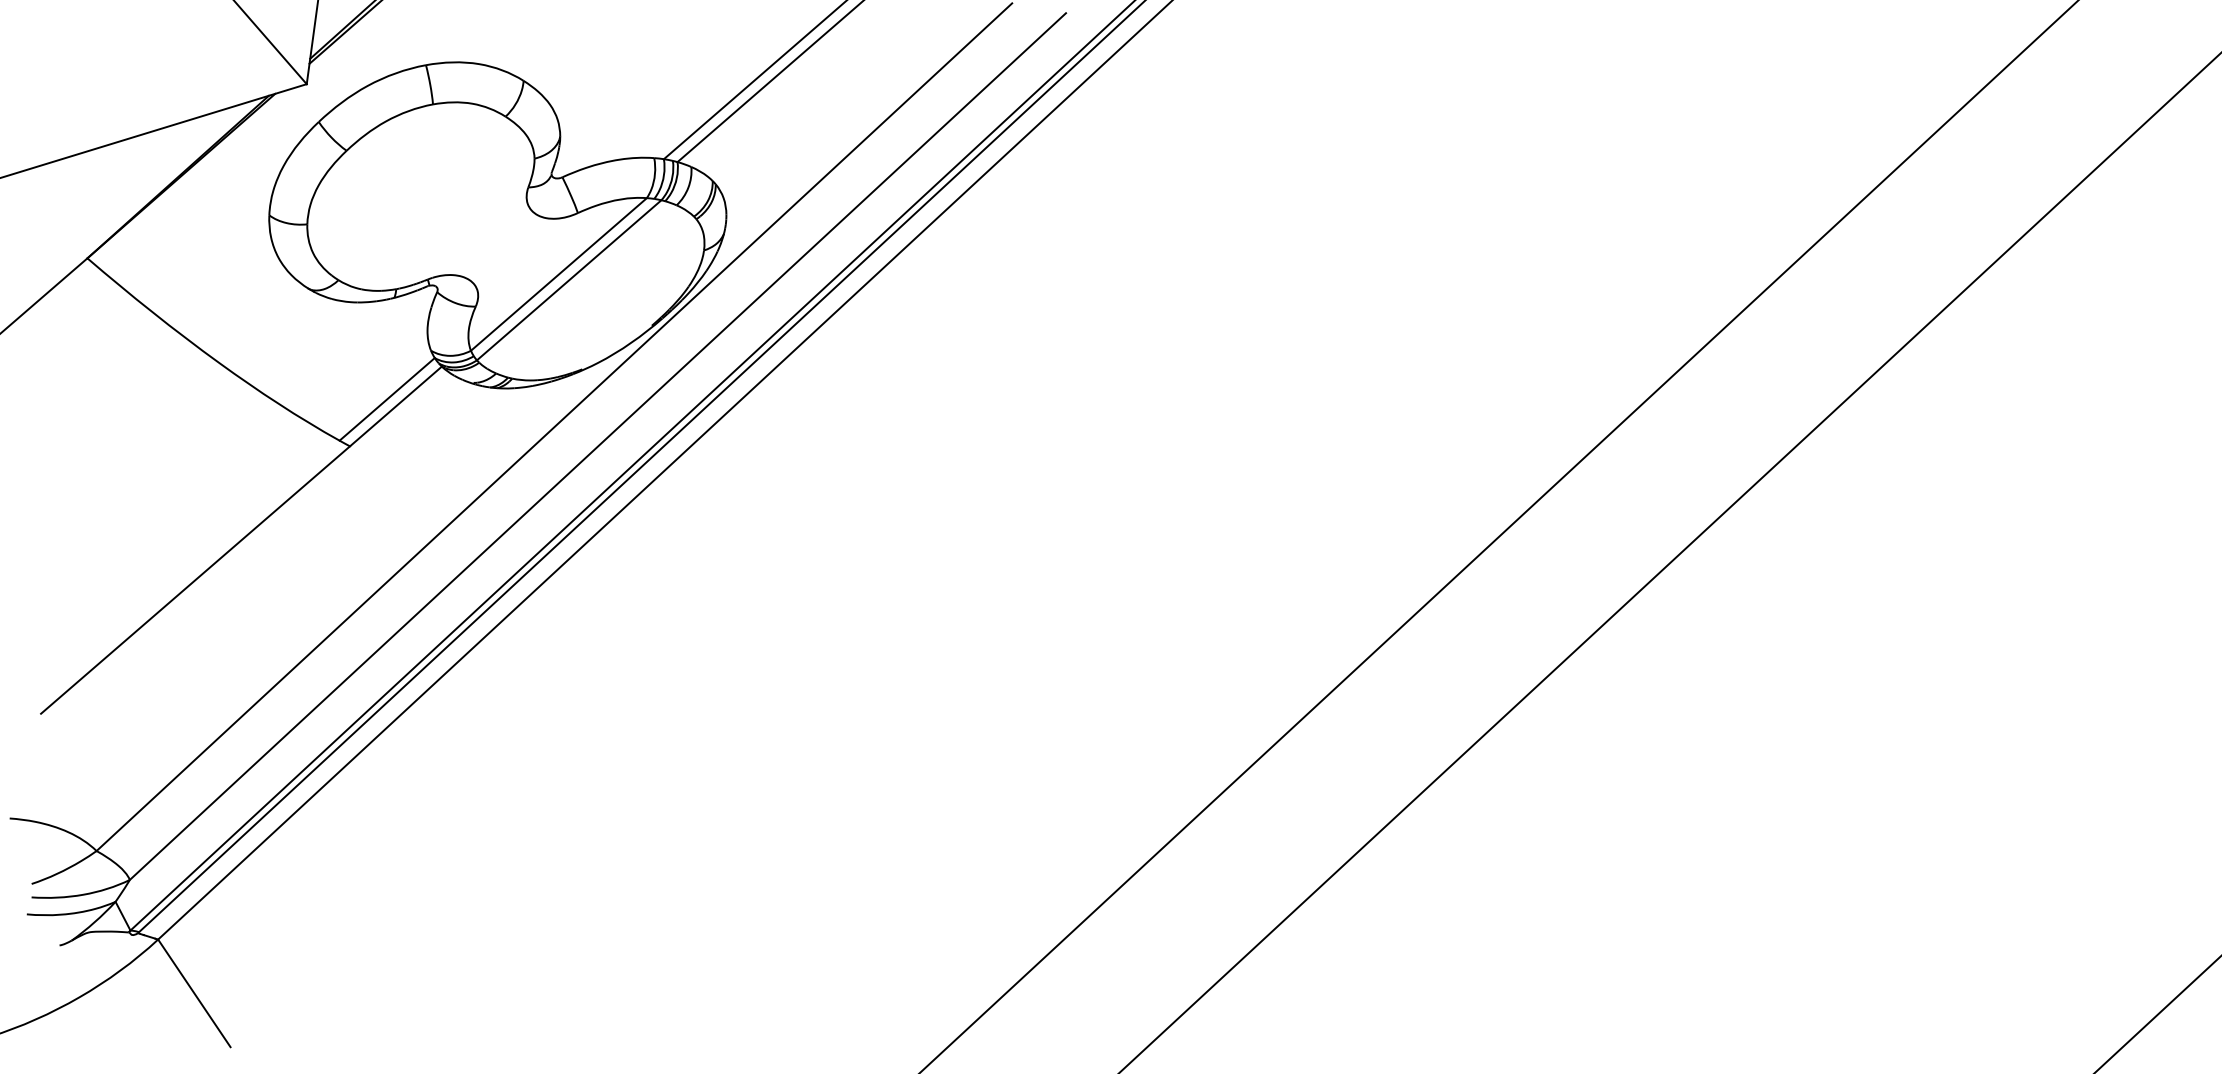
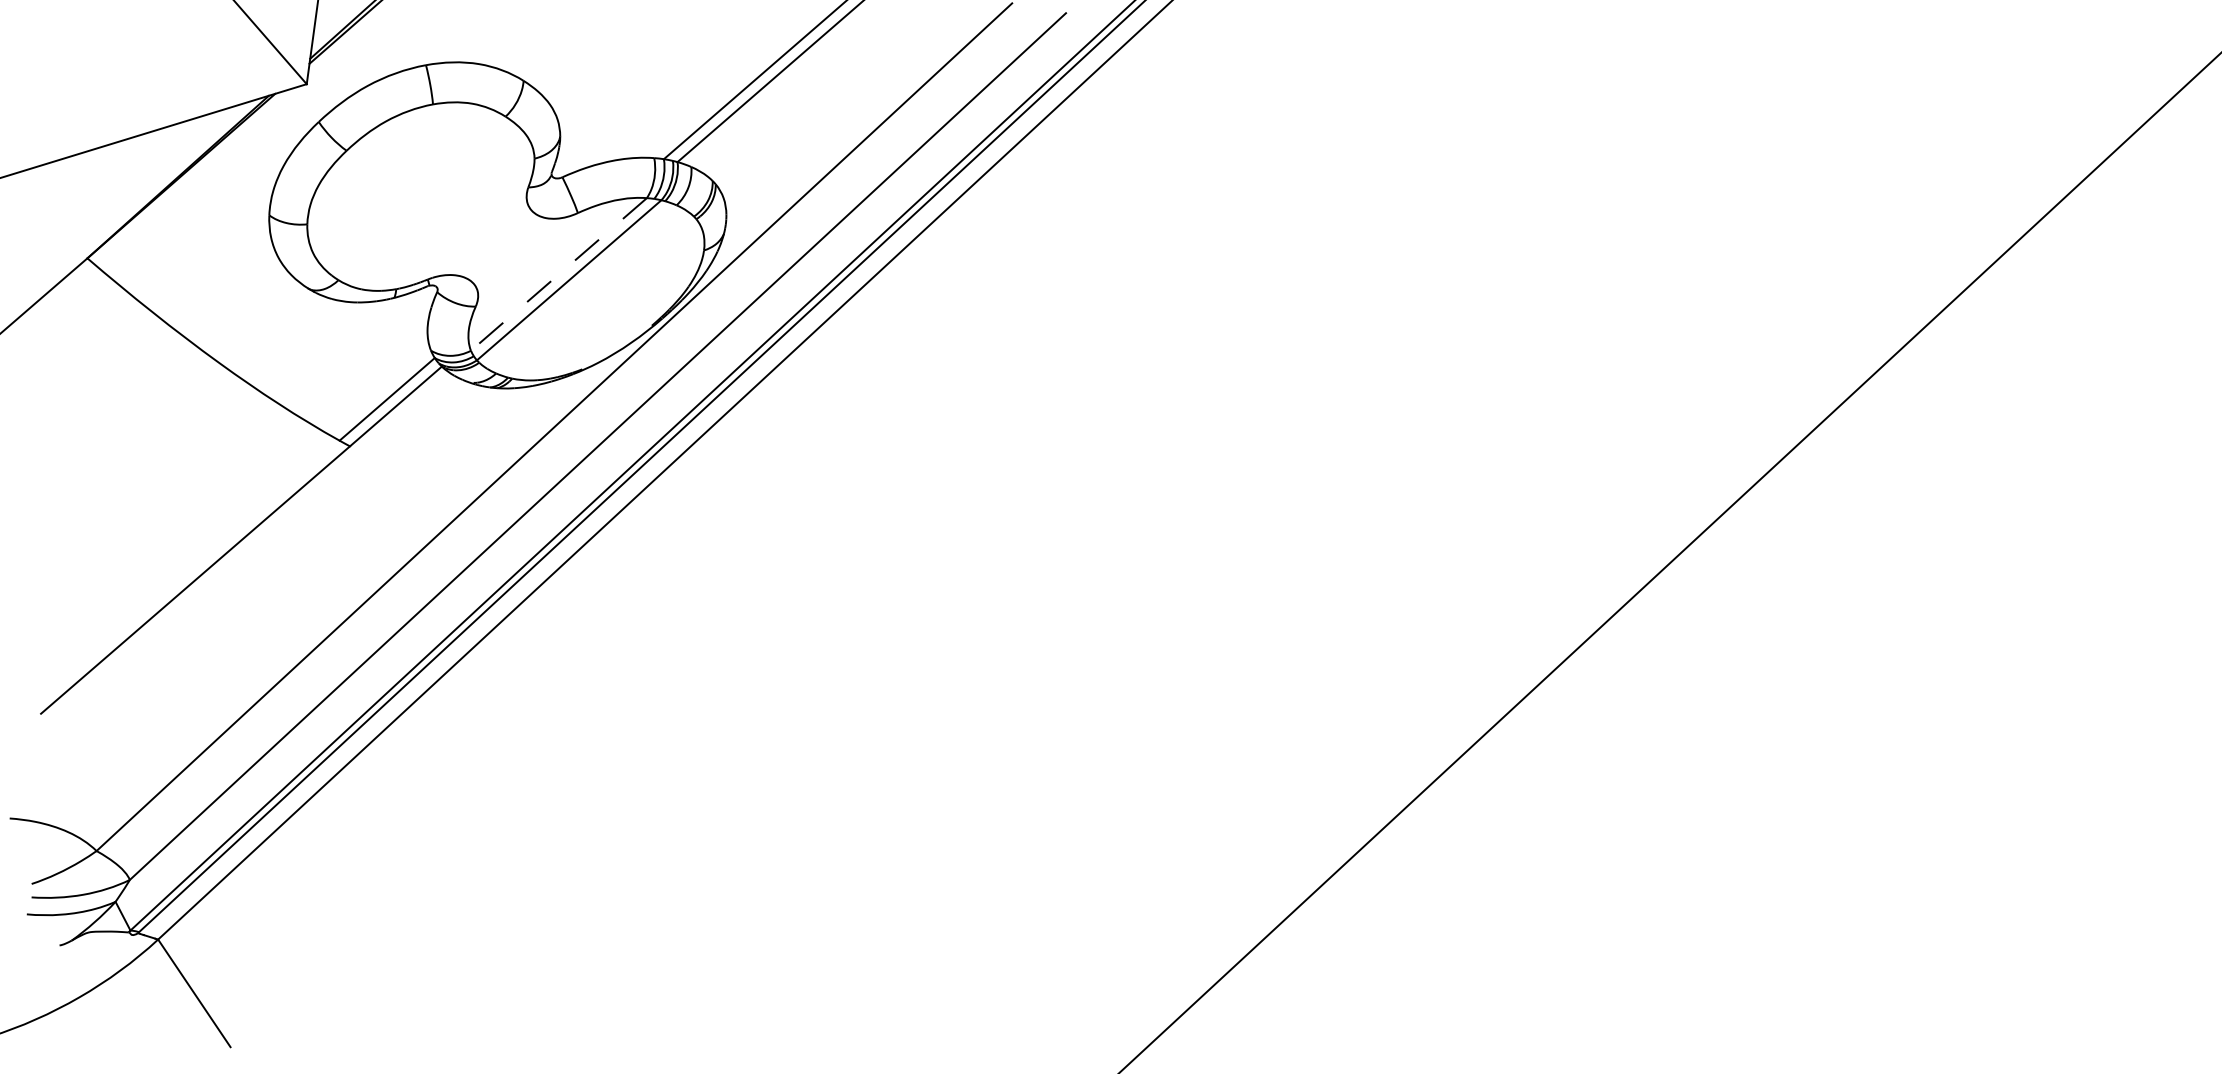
line at (558, 274): solid -> dashed
line at (1499, 536): present -> none
line at (2157, 1014): present -> none
